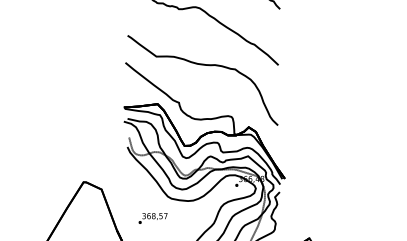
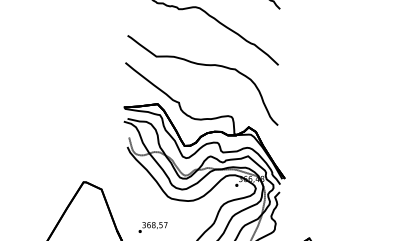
text at (152, 218) position: (152, 218) -> (152, 227)
